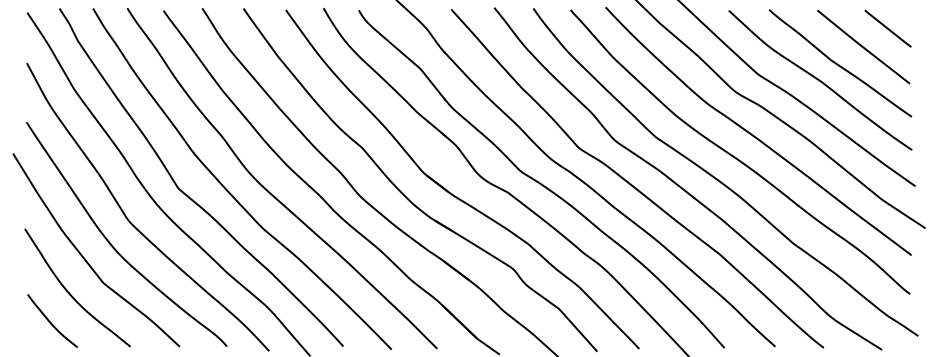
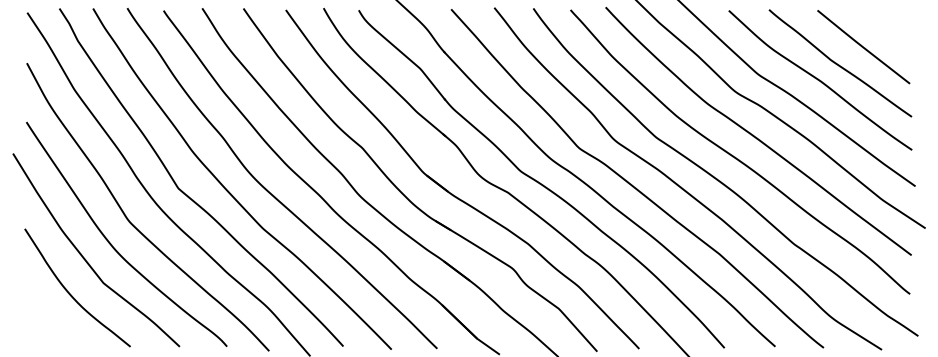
line at (887, 28): present -> none
curve at (50, 321): present -> none
